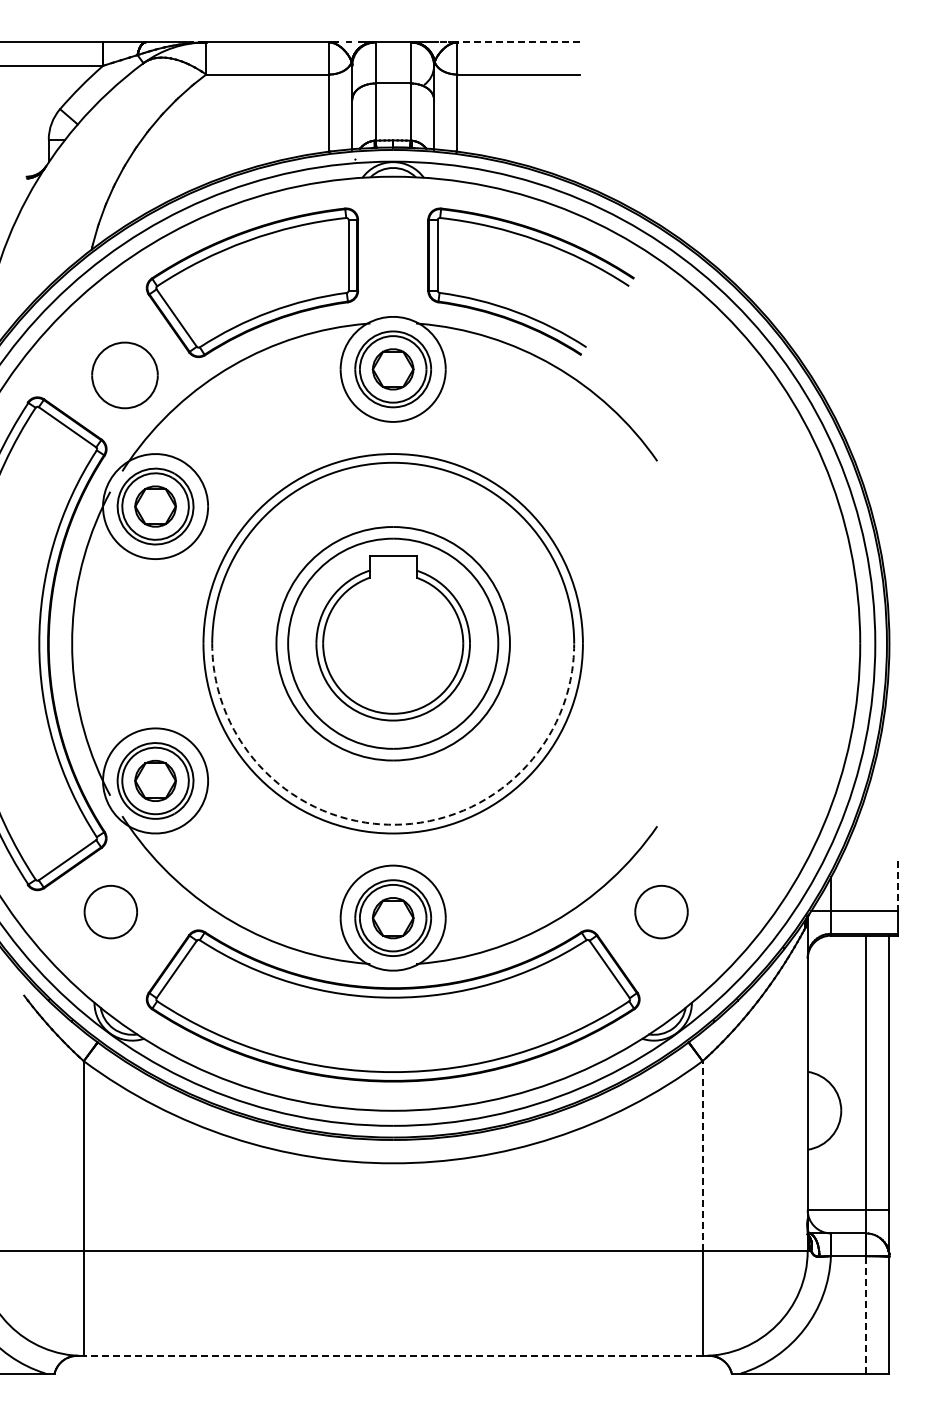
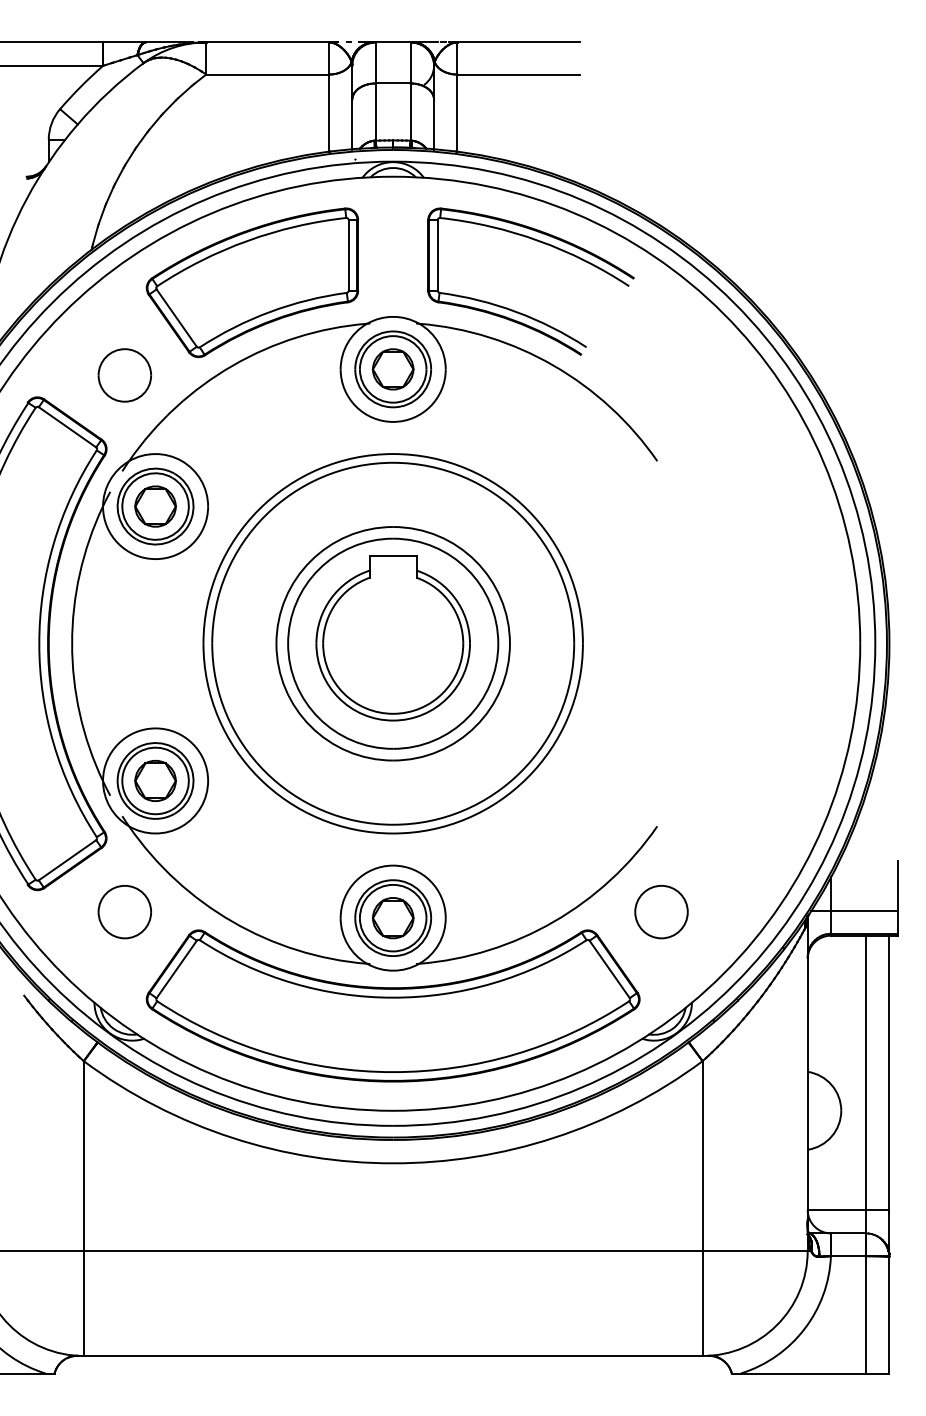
line at (518, 42): dashed -> solid
part at (124, 375) size: 68x69 px -> 55x55 px
arc at (393, 824): dashed -> solid
line at (898, 885): dashed -> solid
part at (110, 912) position: (110, 912) -> (124, 912)
line at (702, 1156): dashed -> solid
line at (866, 1314): dashed -> solid
line at (392, 1356): dashed -> solid
